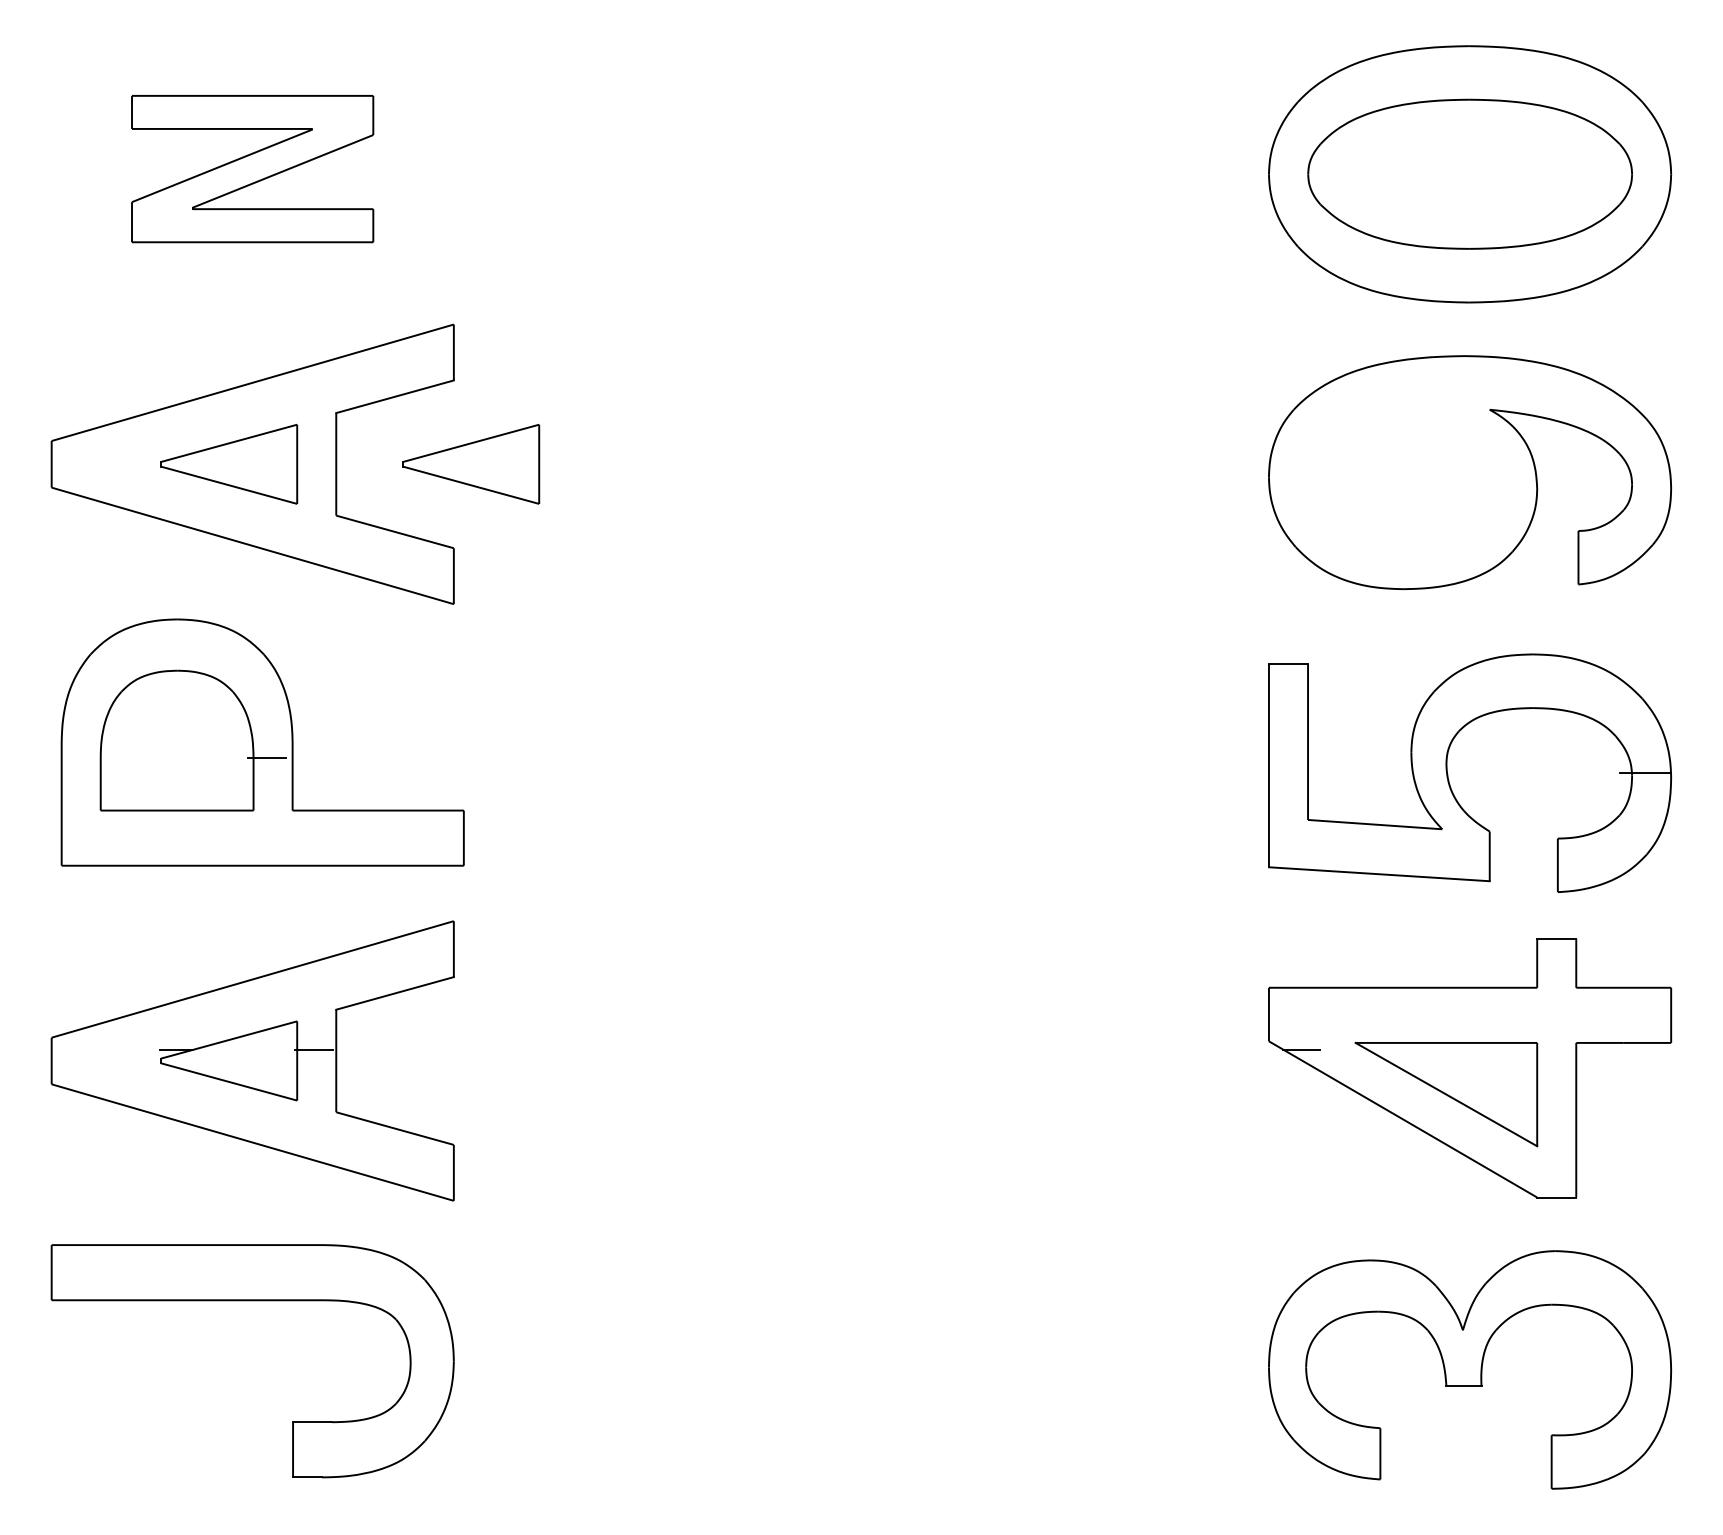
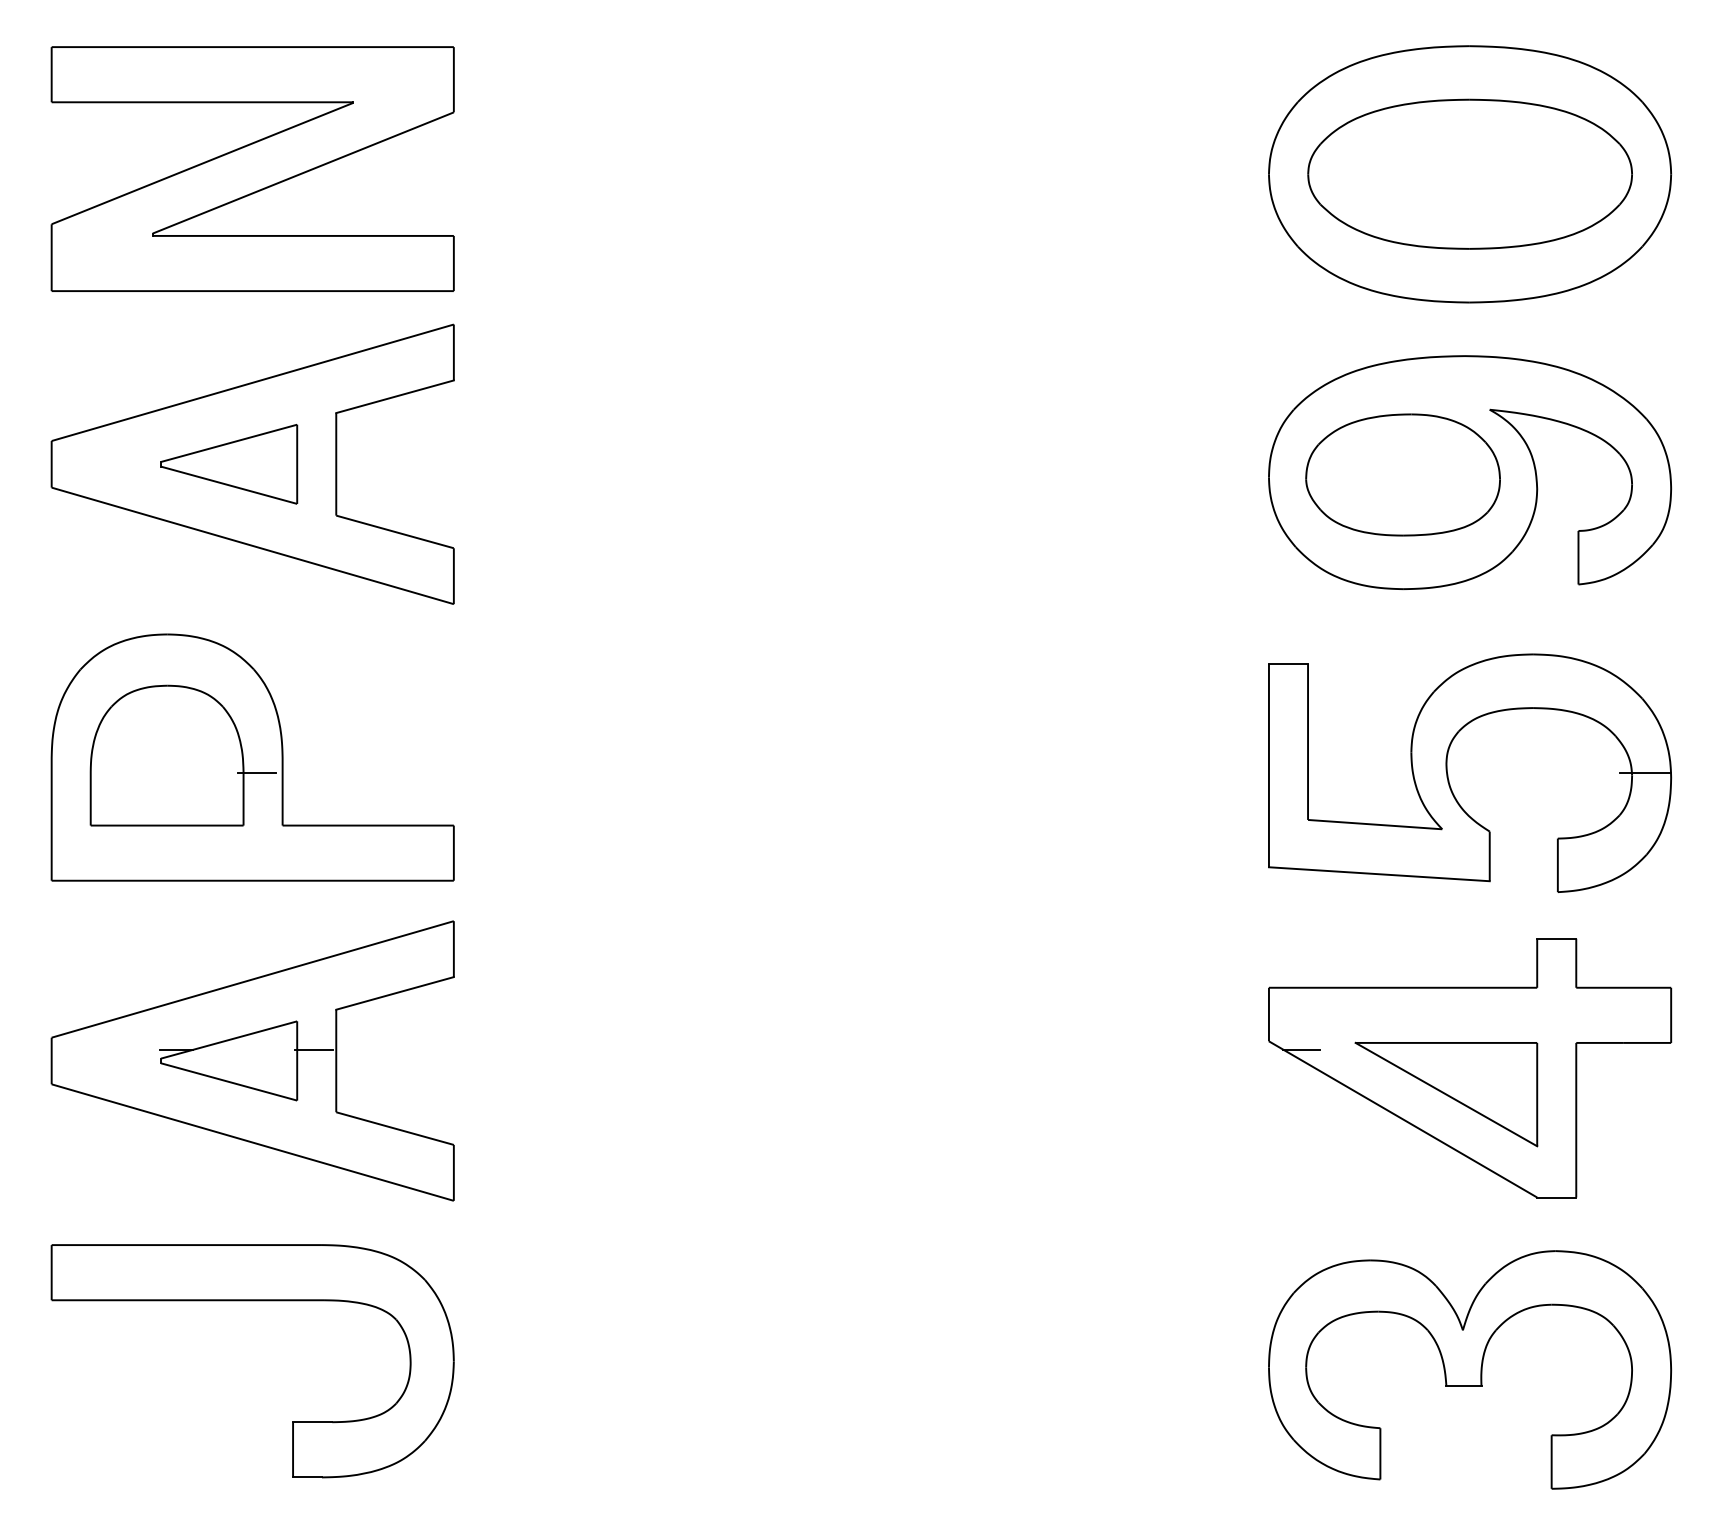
part at (252, 169) size: 244x149 px -> 405x246 px
part at (471, 464): present -> none
part at (1402, 474): none -> present
part at (262, 742) position: (262, 742) -> (252, 757)
